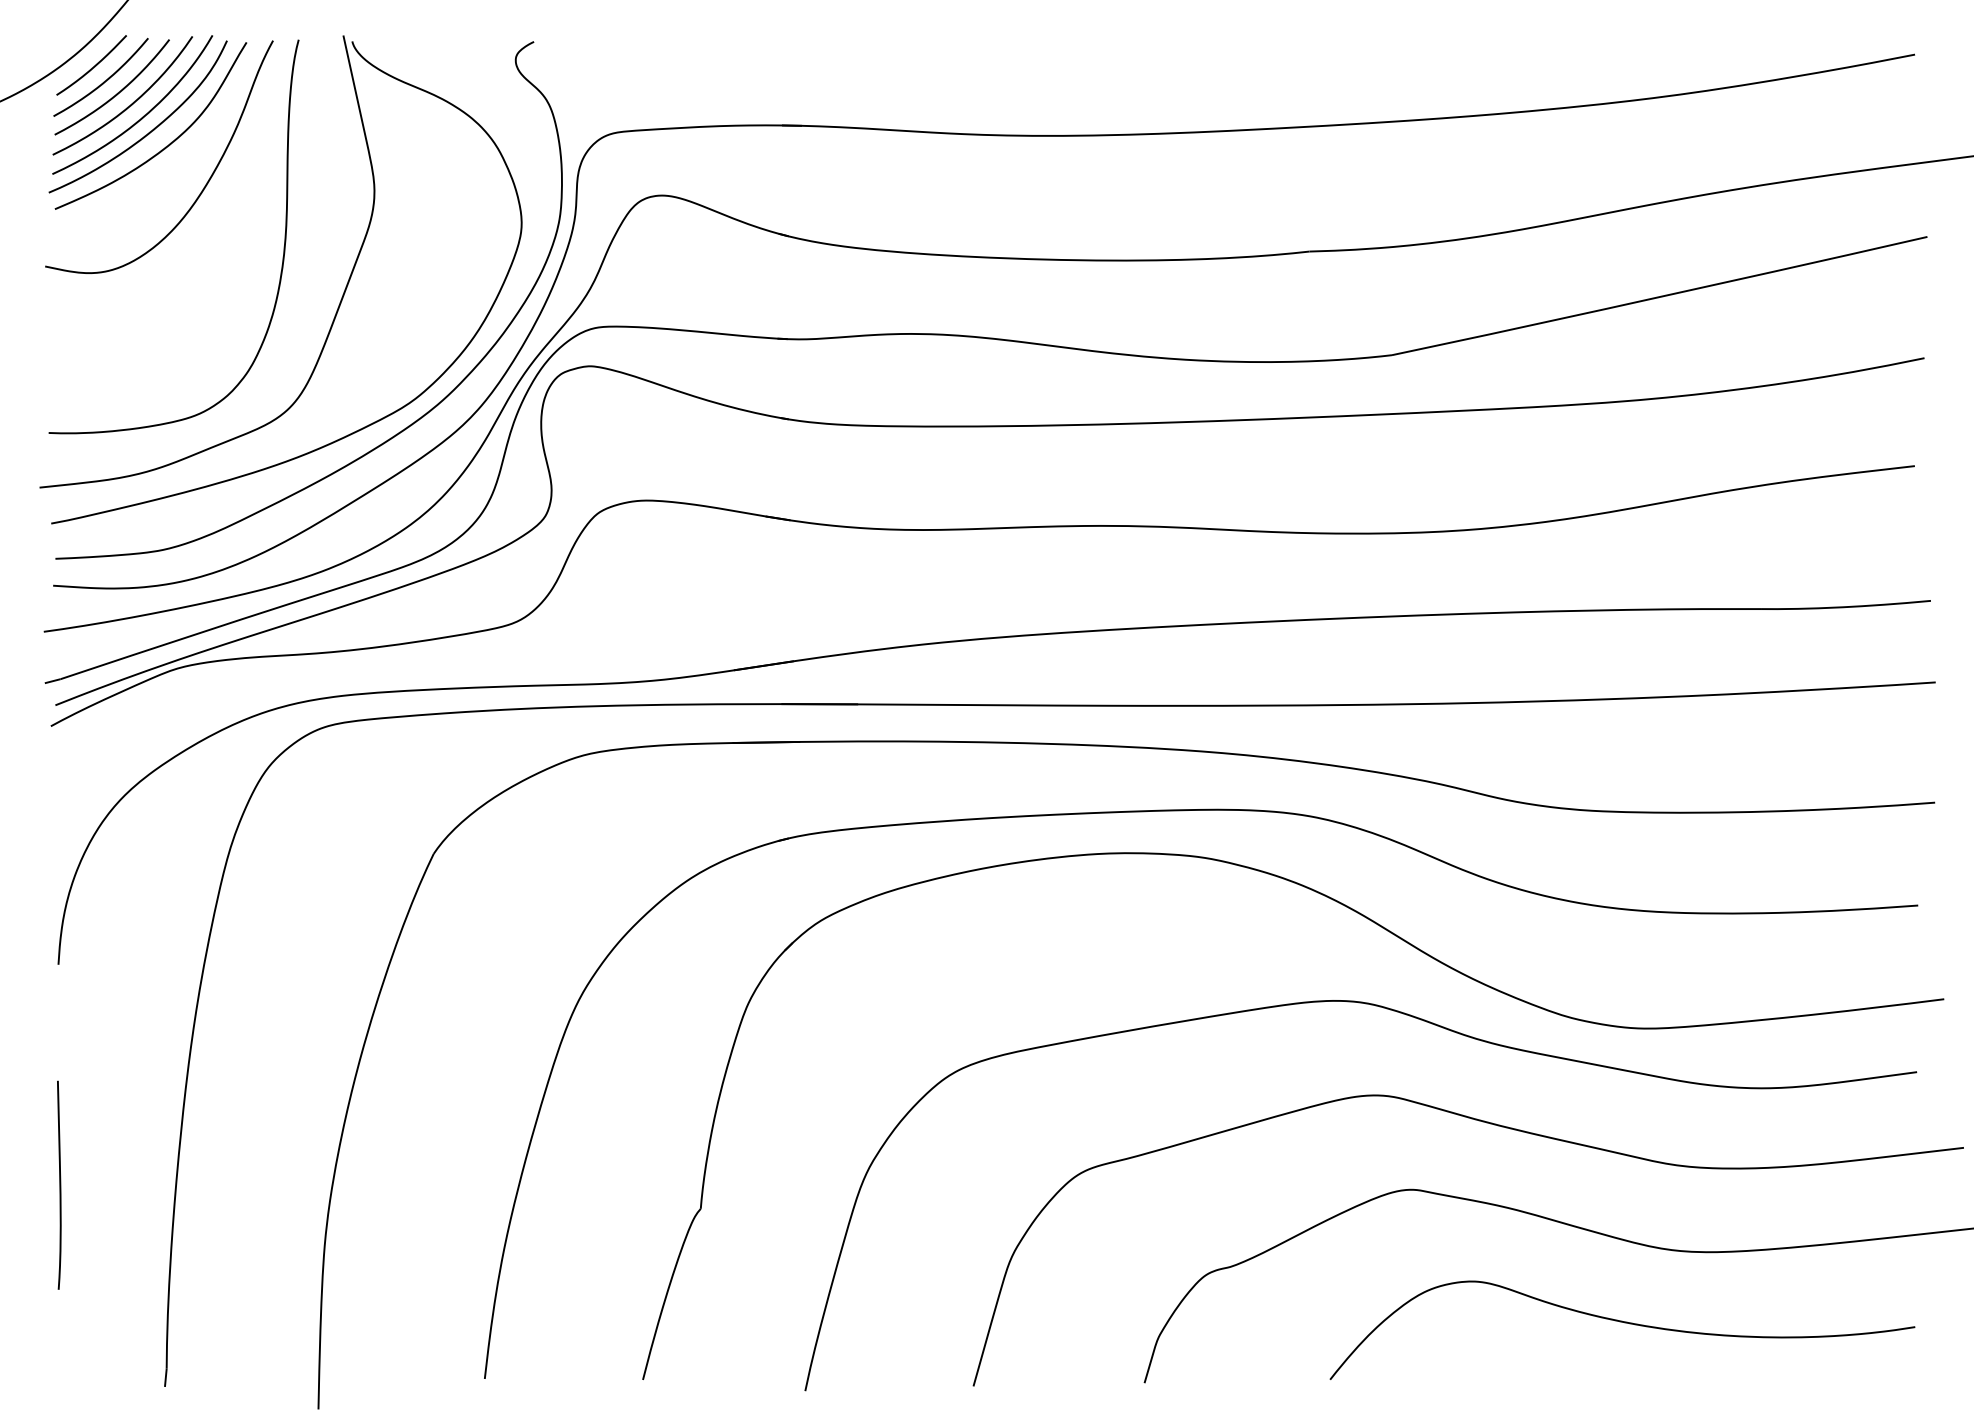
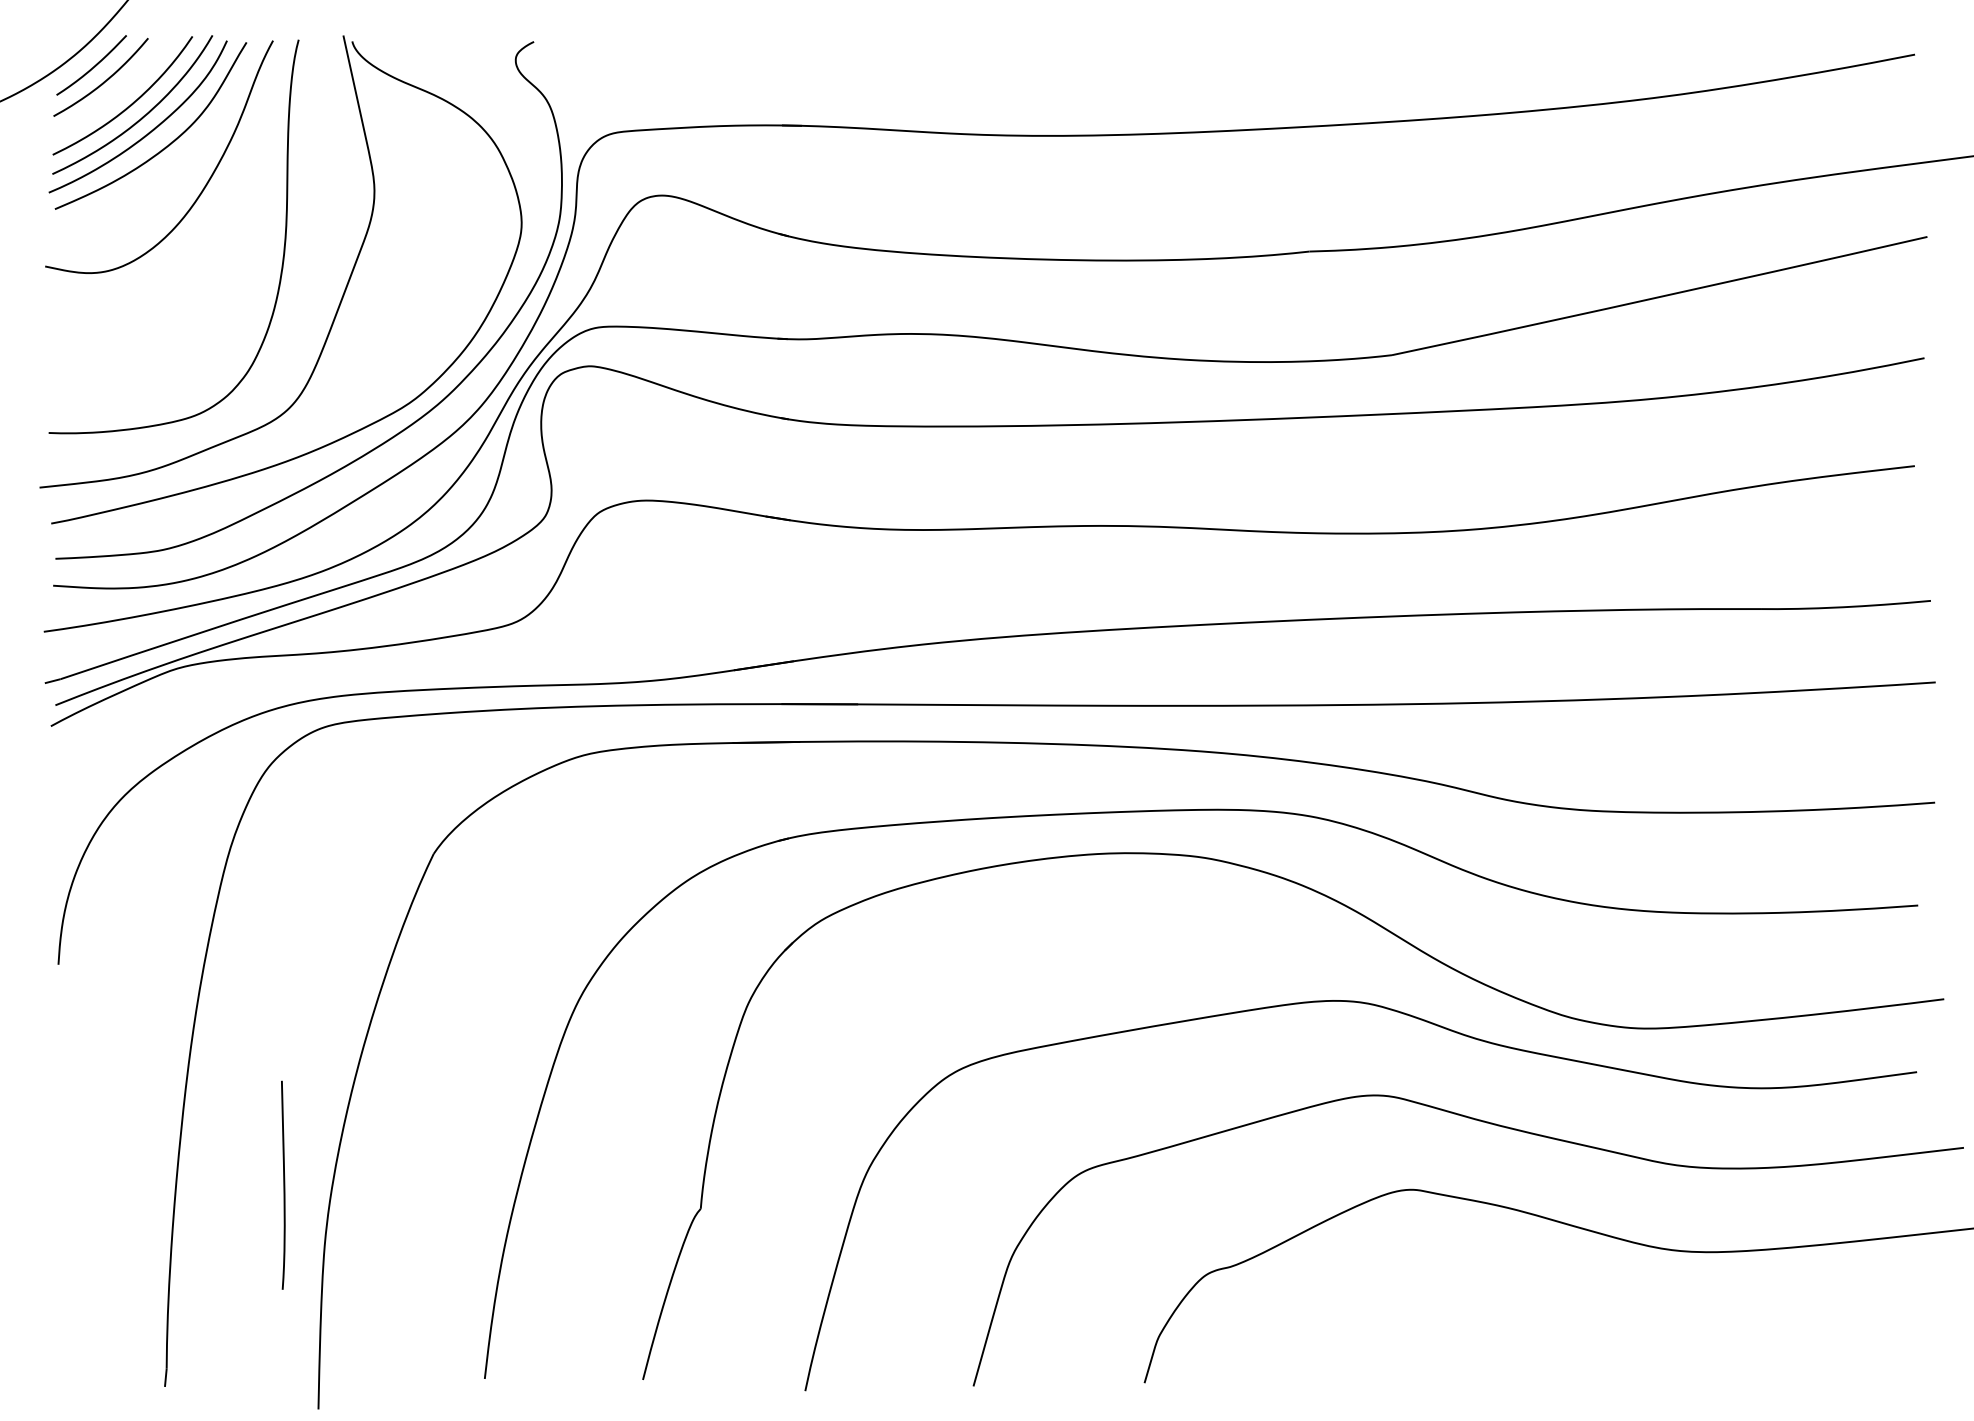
curve at (117, 92): present -> none
curve at (59, 1184) position: (59, 1184) -> (283, 1184)
curve at (1624, 1323): present -> none
